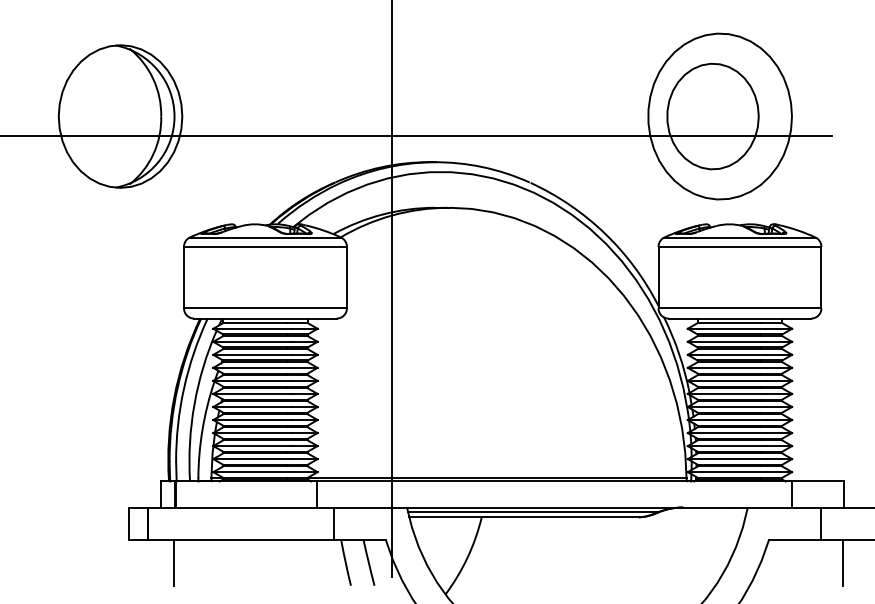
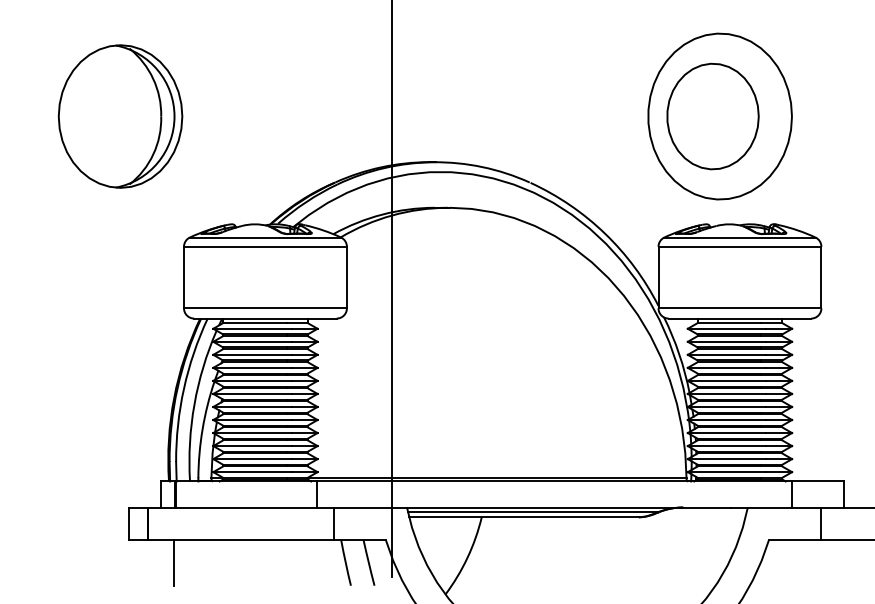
line at (416, 136): present -> none
line at (843, 562): present -> none
